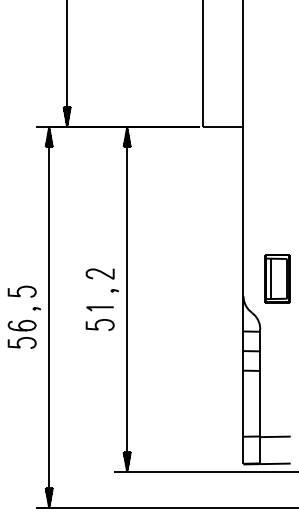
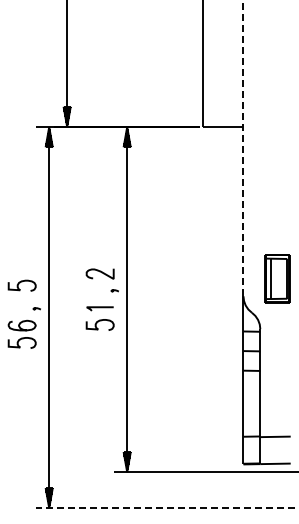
line at (243, 148): solid -> dashed
curve at (20, 289) position: (20, 289) -> (20, 283)
line at (166, 508): solid -> dashed
